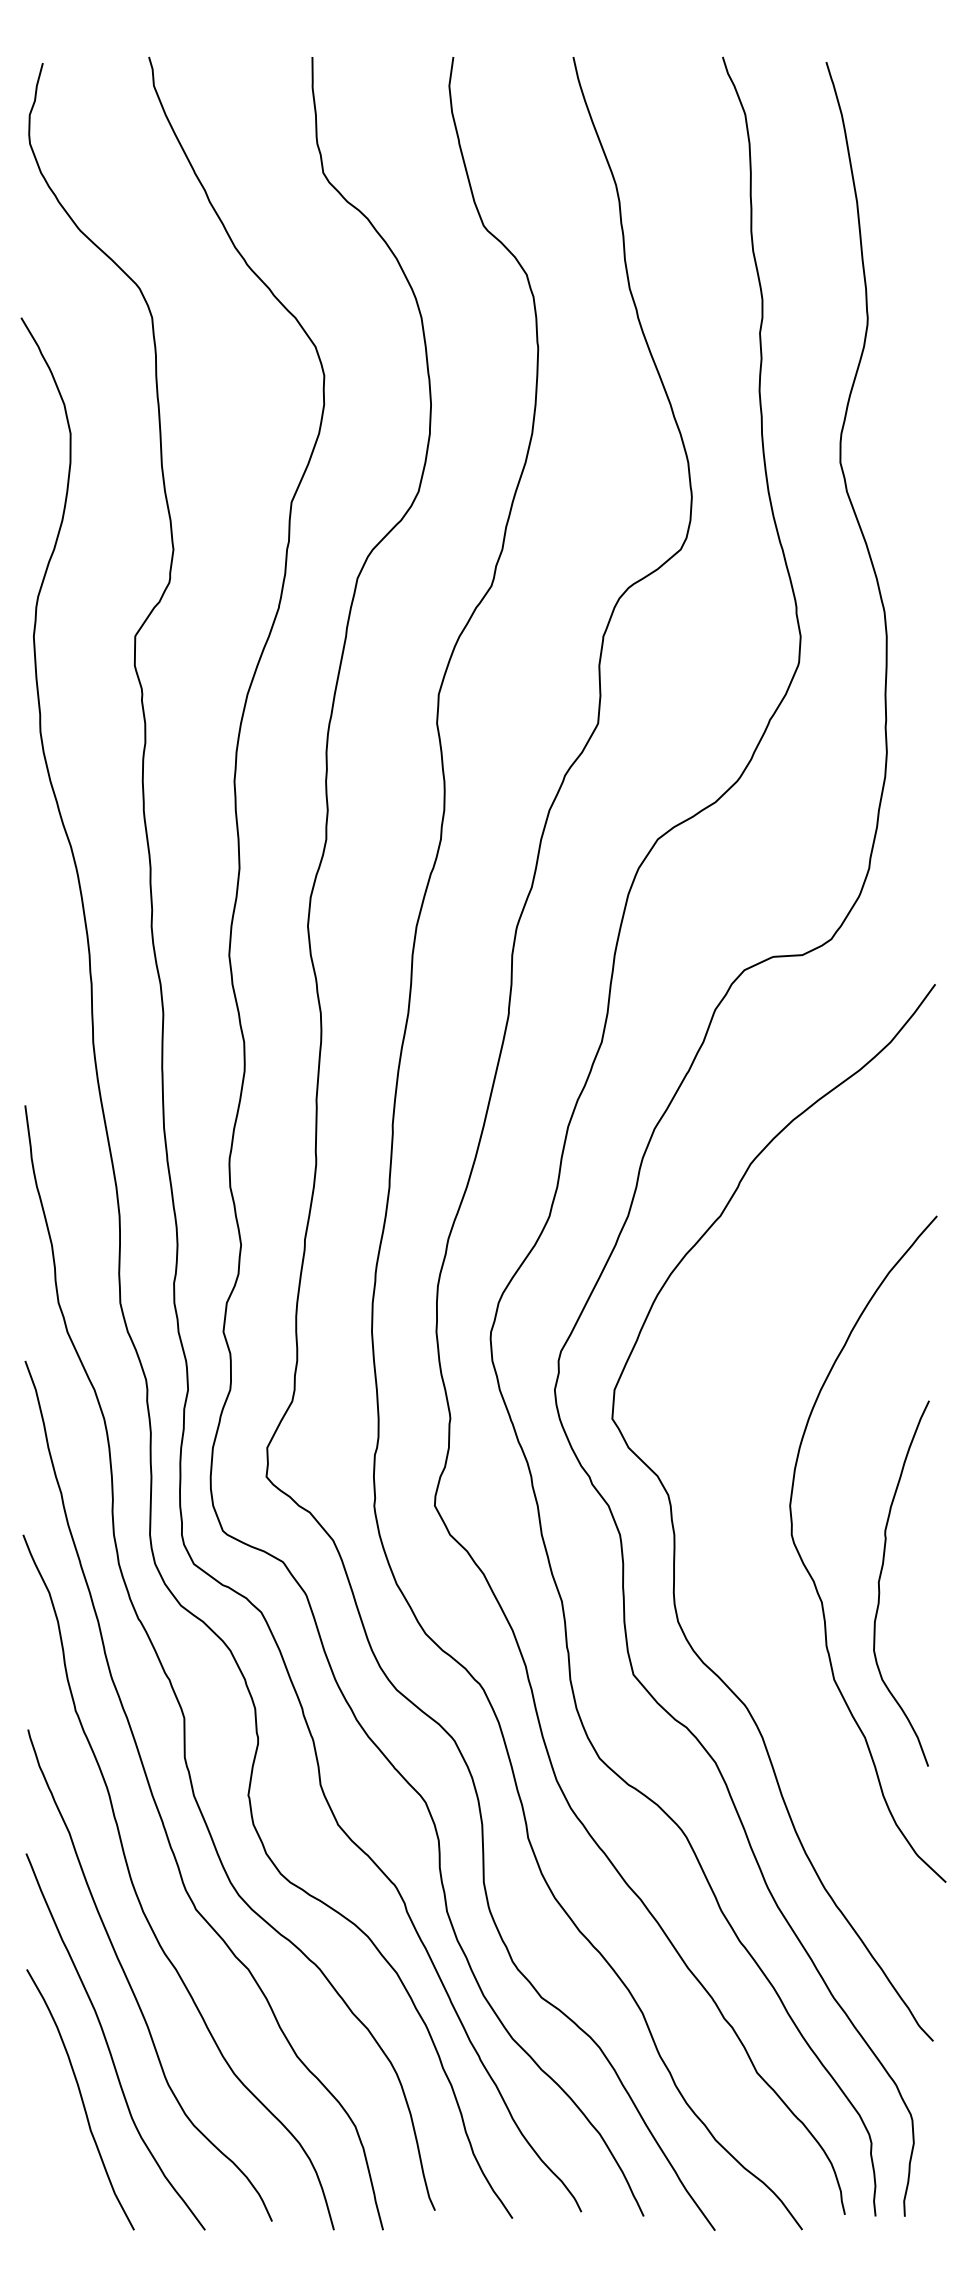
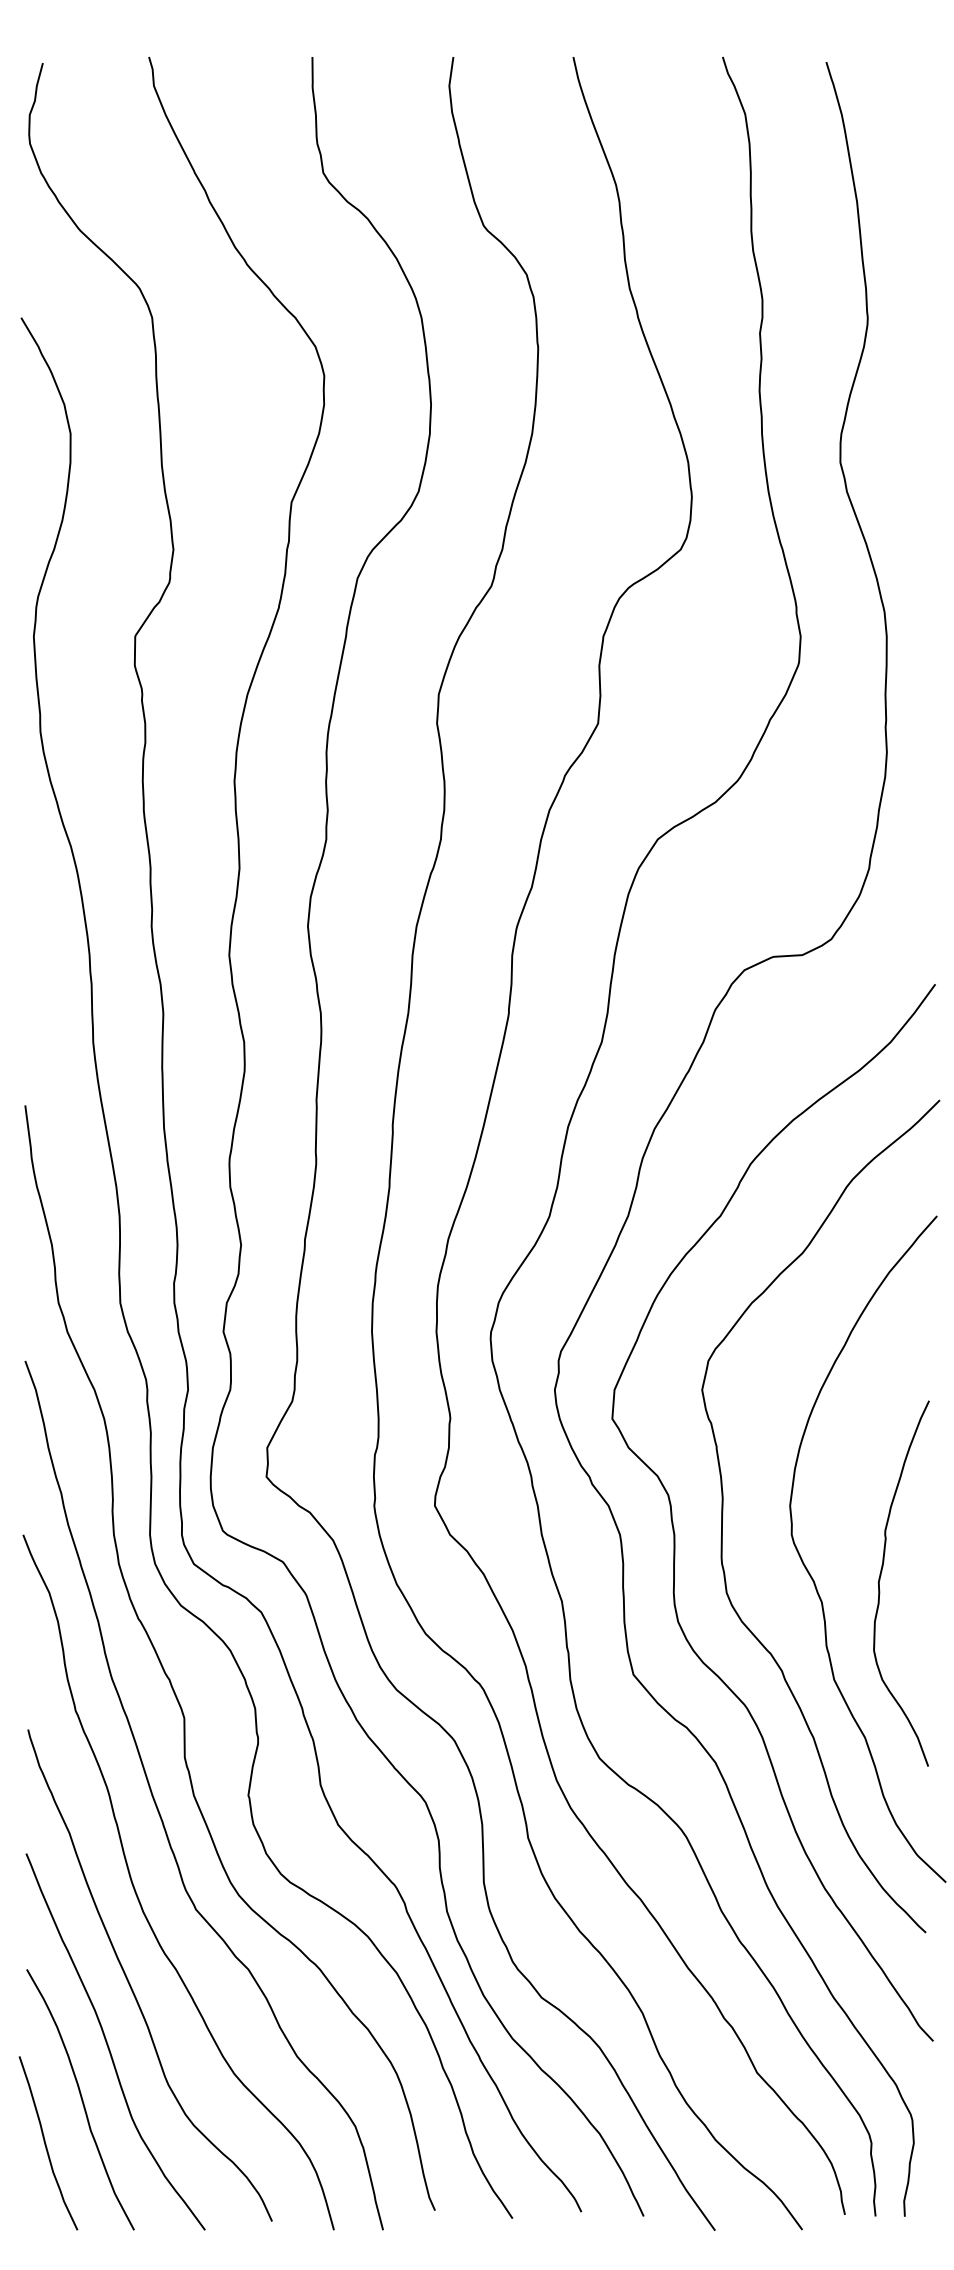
curve at (723, 1514): none -> present
curve at (46, 2143): none -> present
